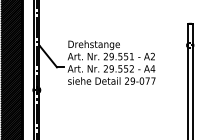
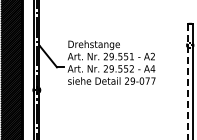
line at (187, 82): solid -> dashed
